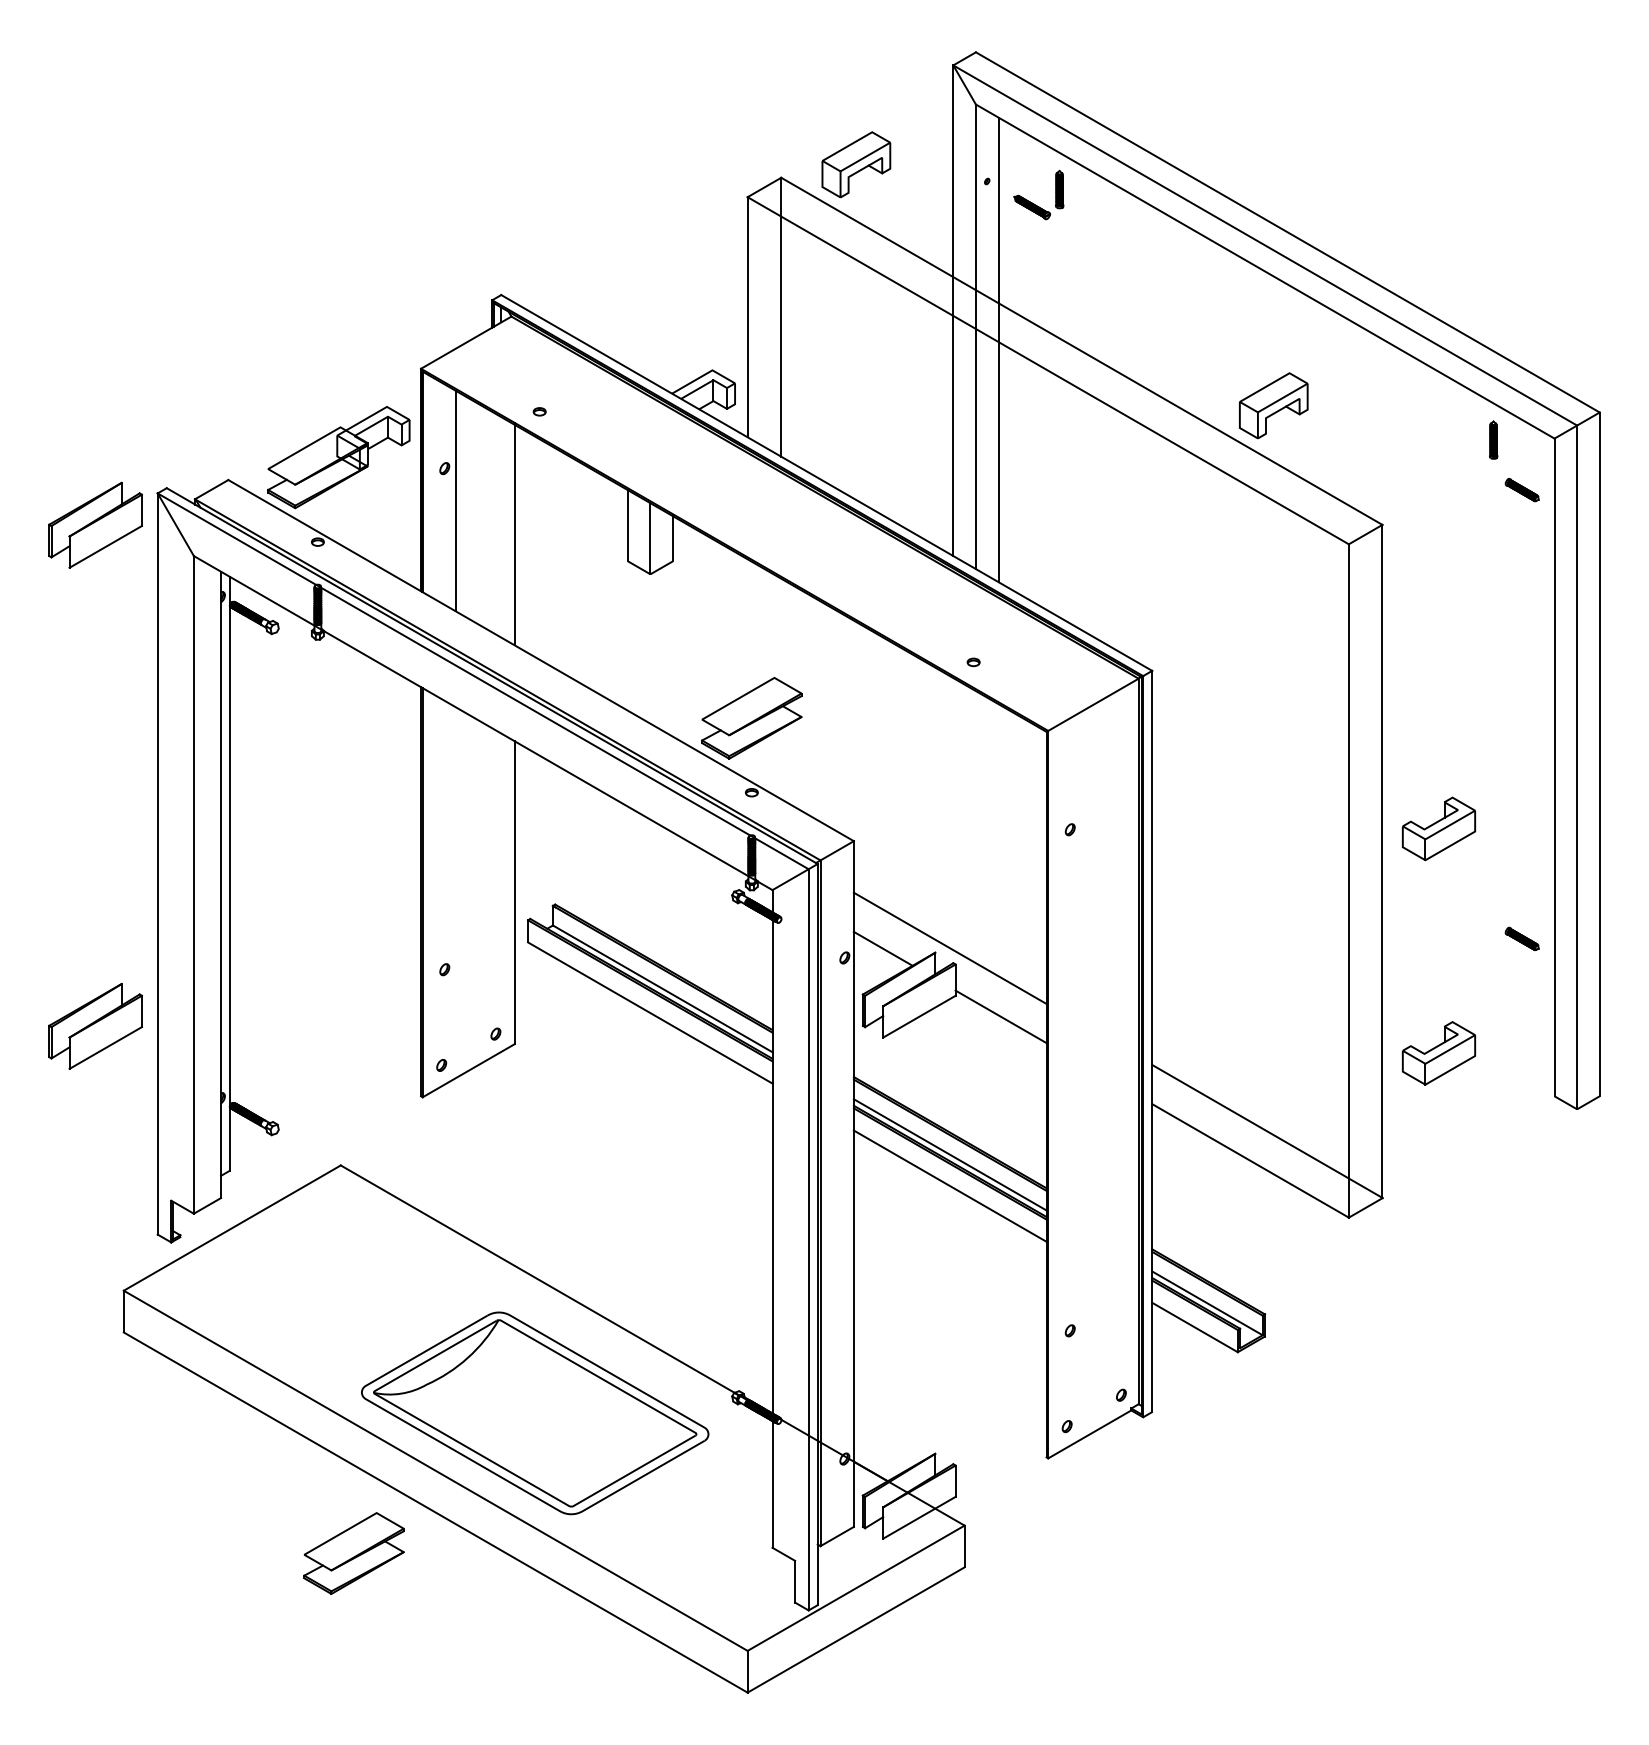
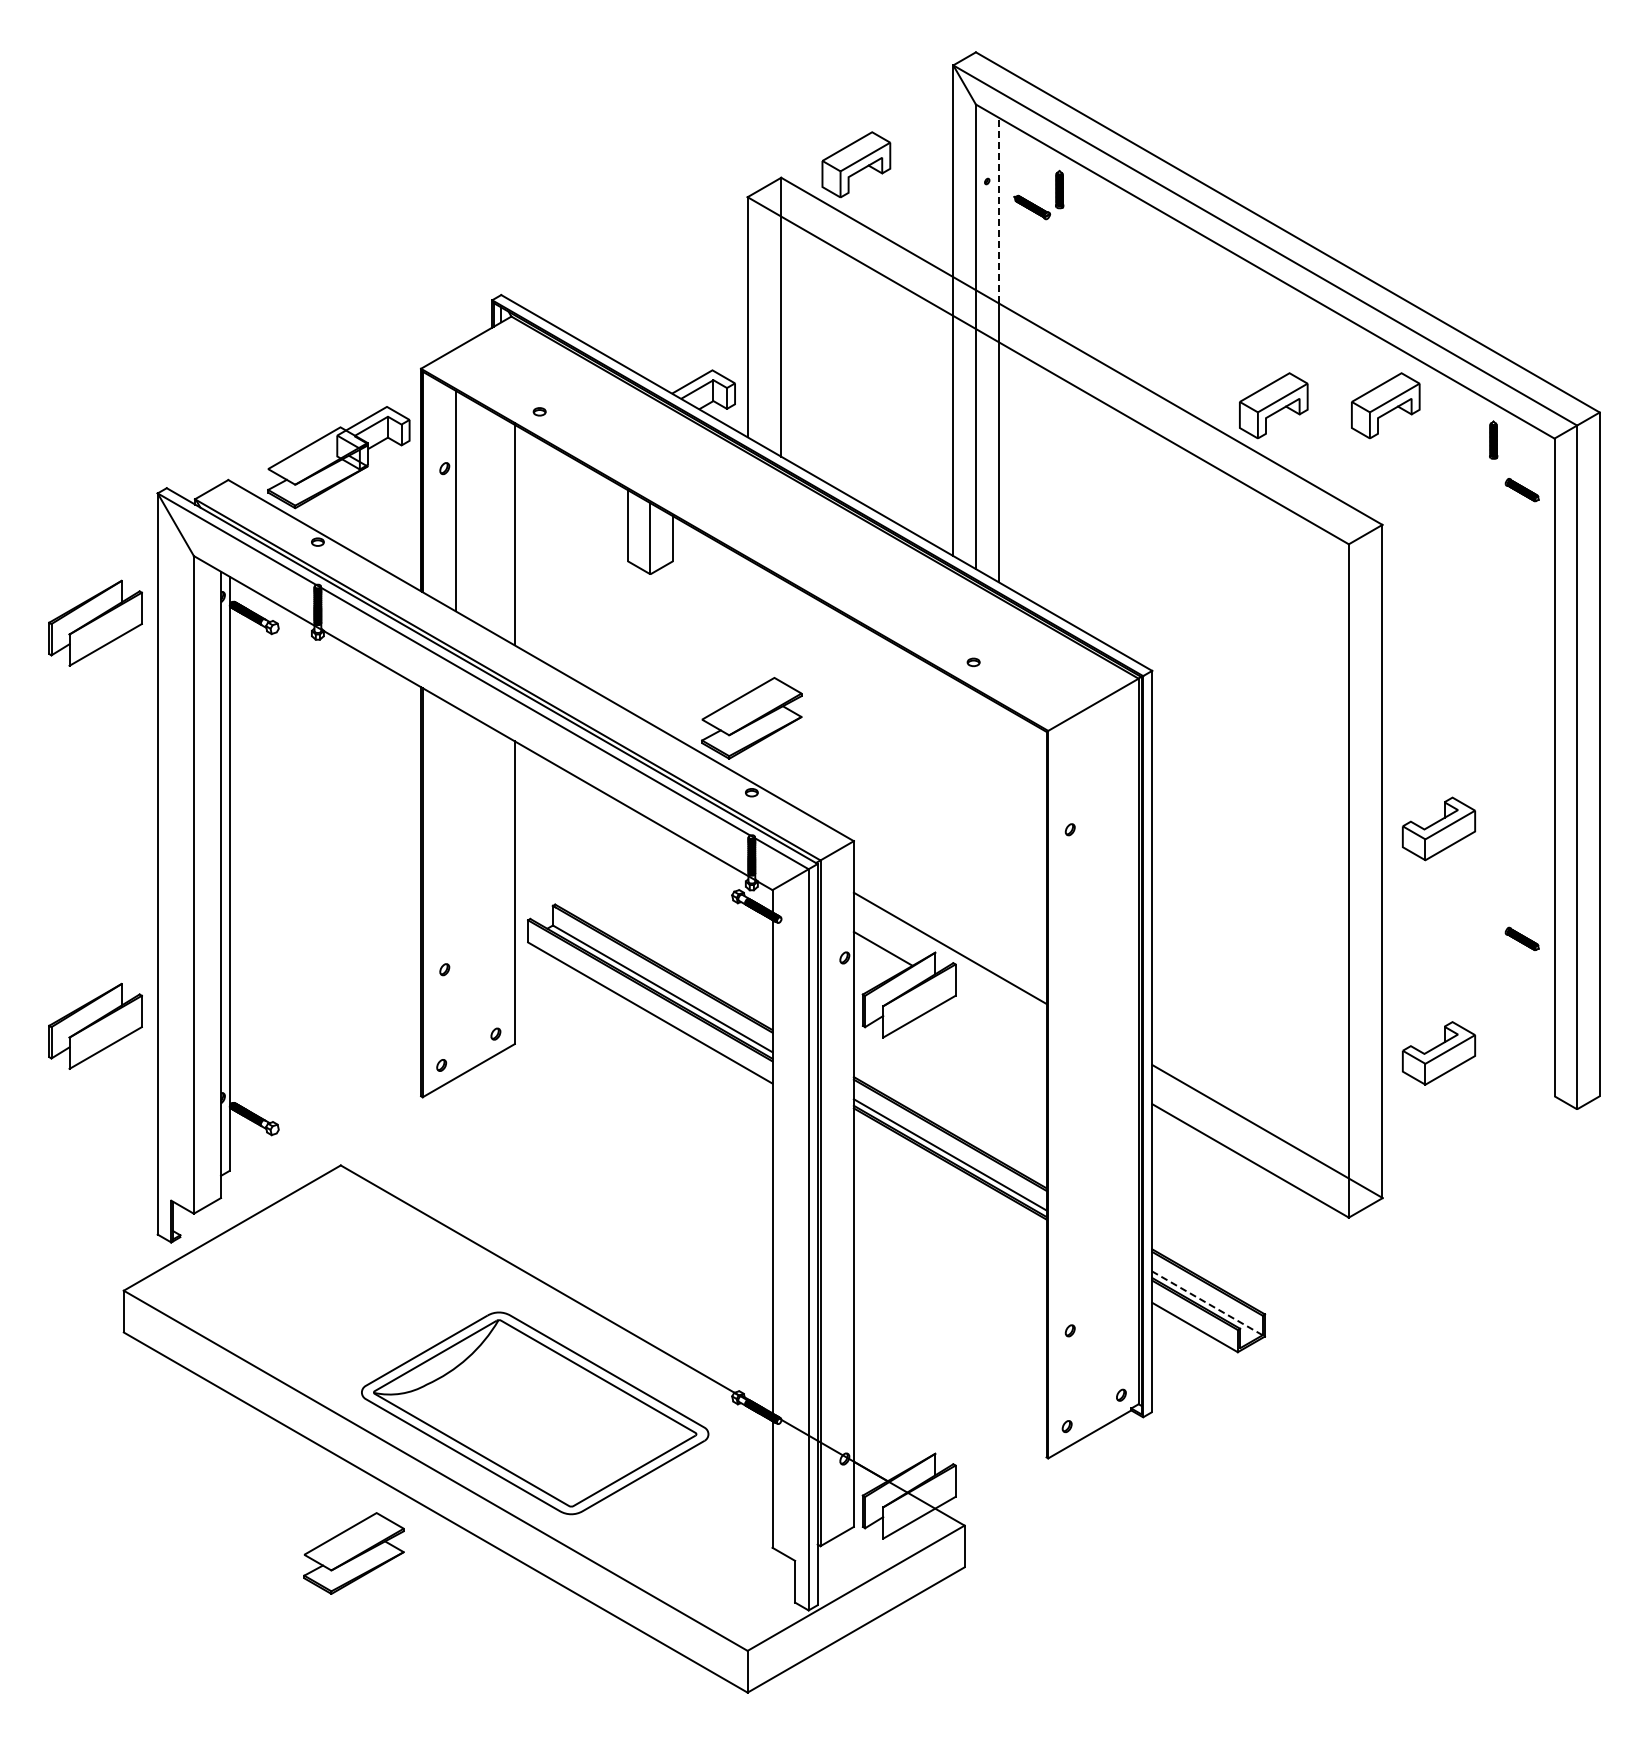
line at (998, 210): solid -> dashed
part at (1385, 405): none -> present
part at (95, 524) position: (95, 524) -> (95, 622)
line at (1000, 1016): present -> none
line at (949, 1185): present -> none
line at (1207, 1303): solid -> dashed
